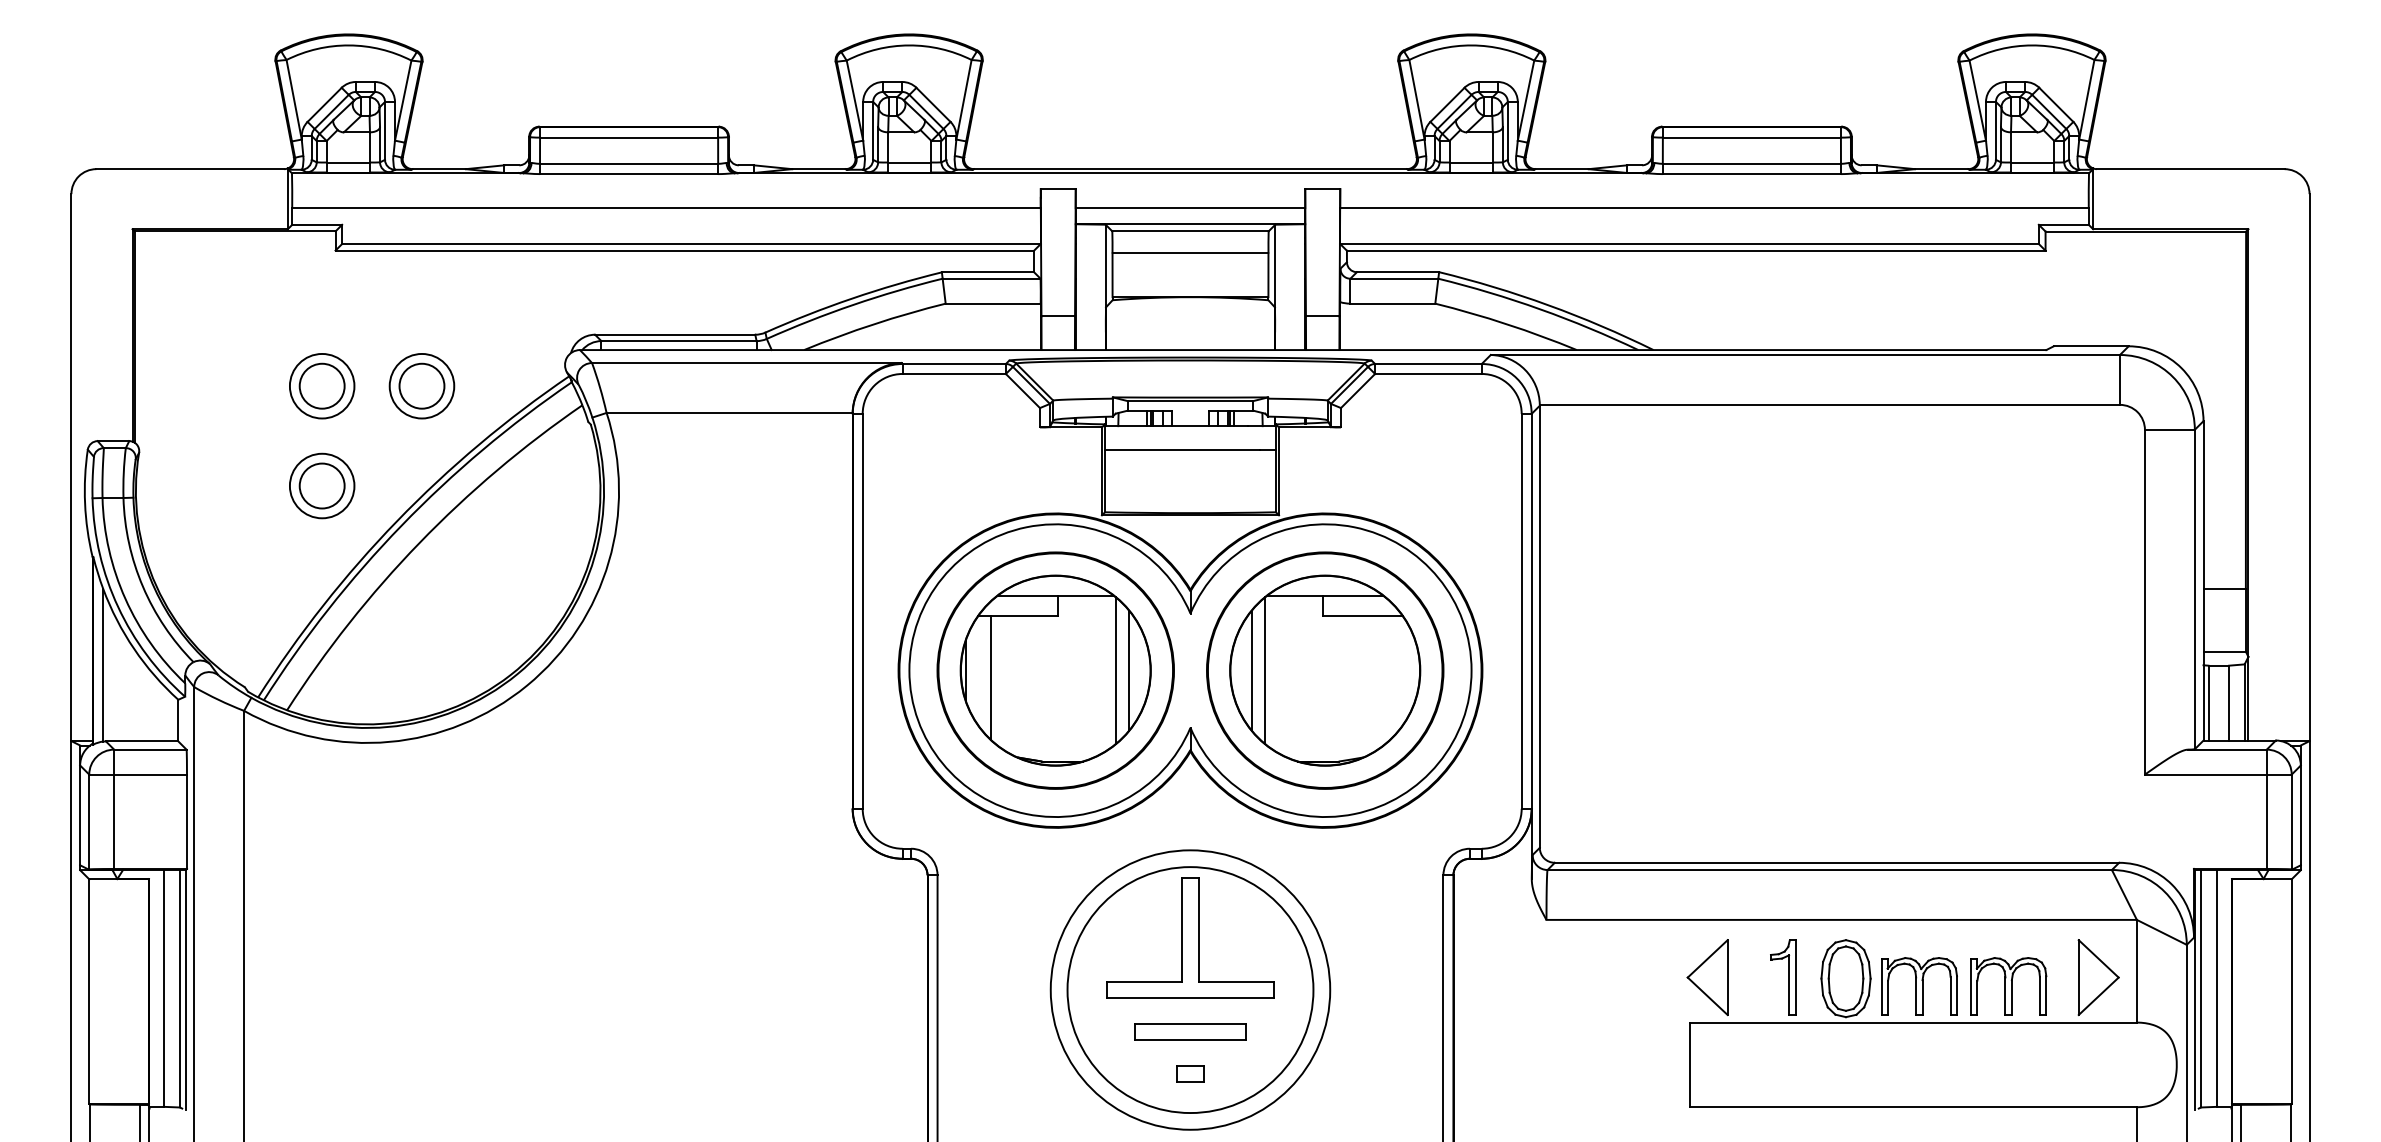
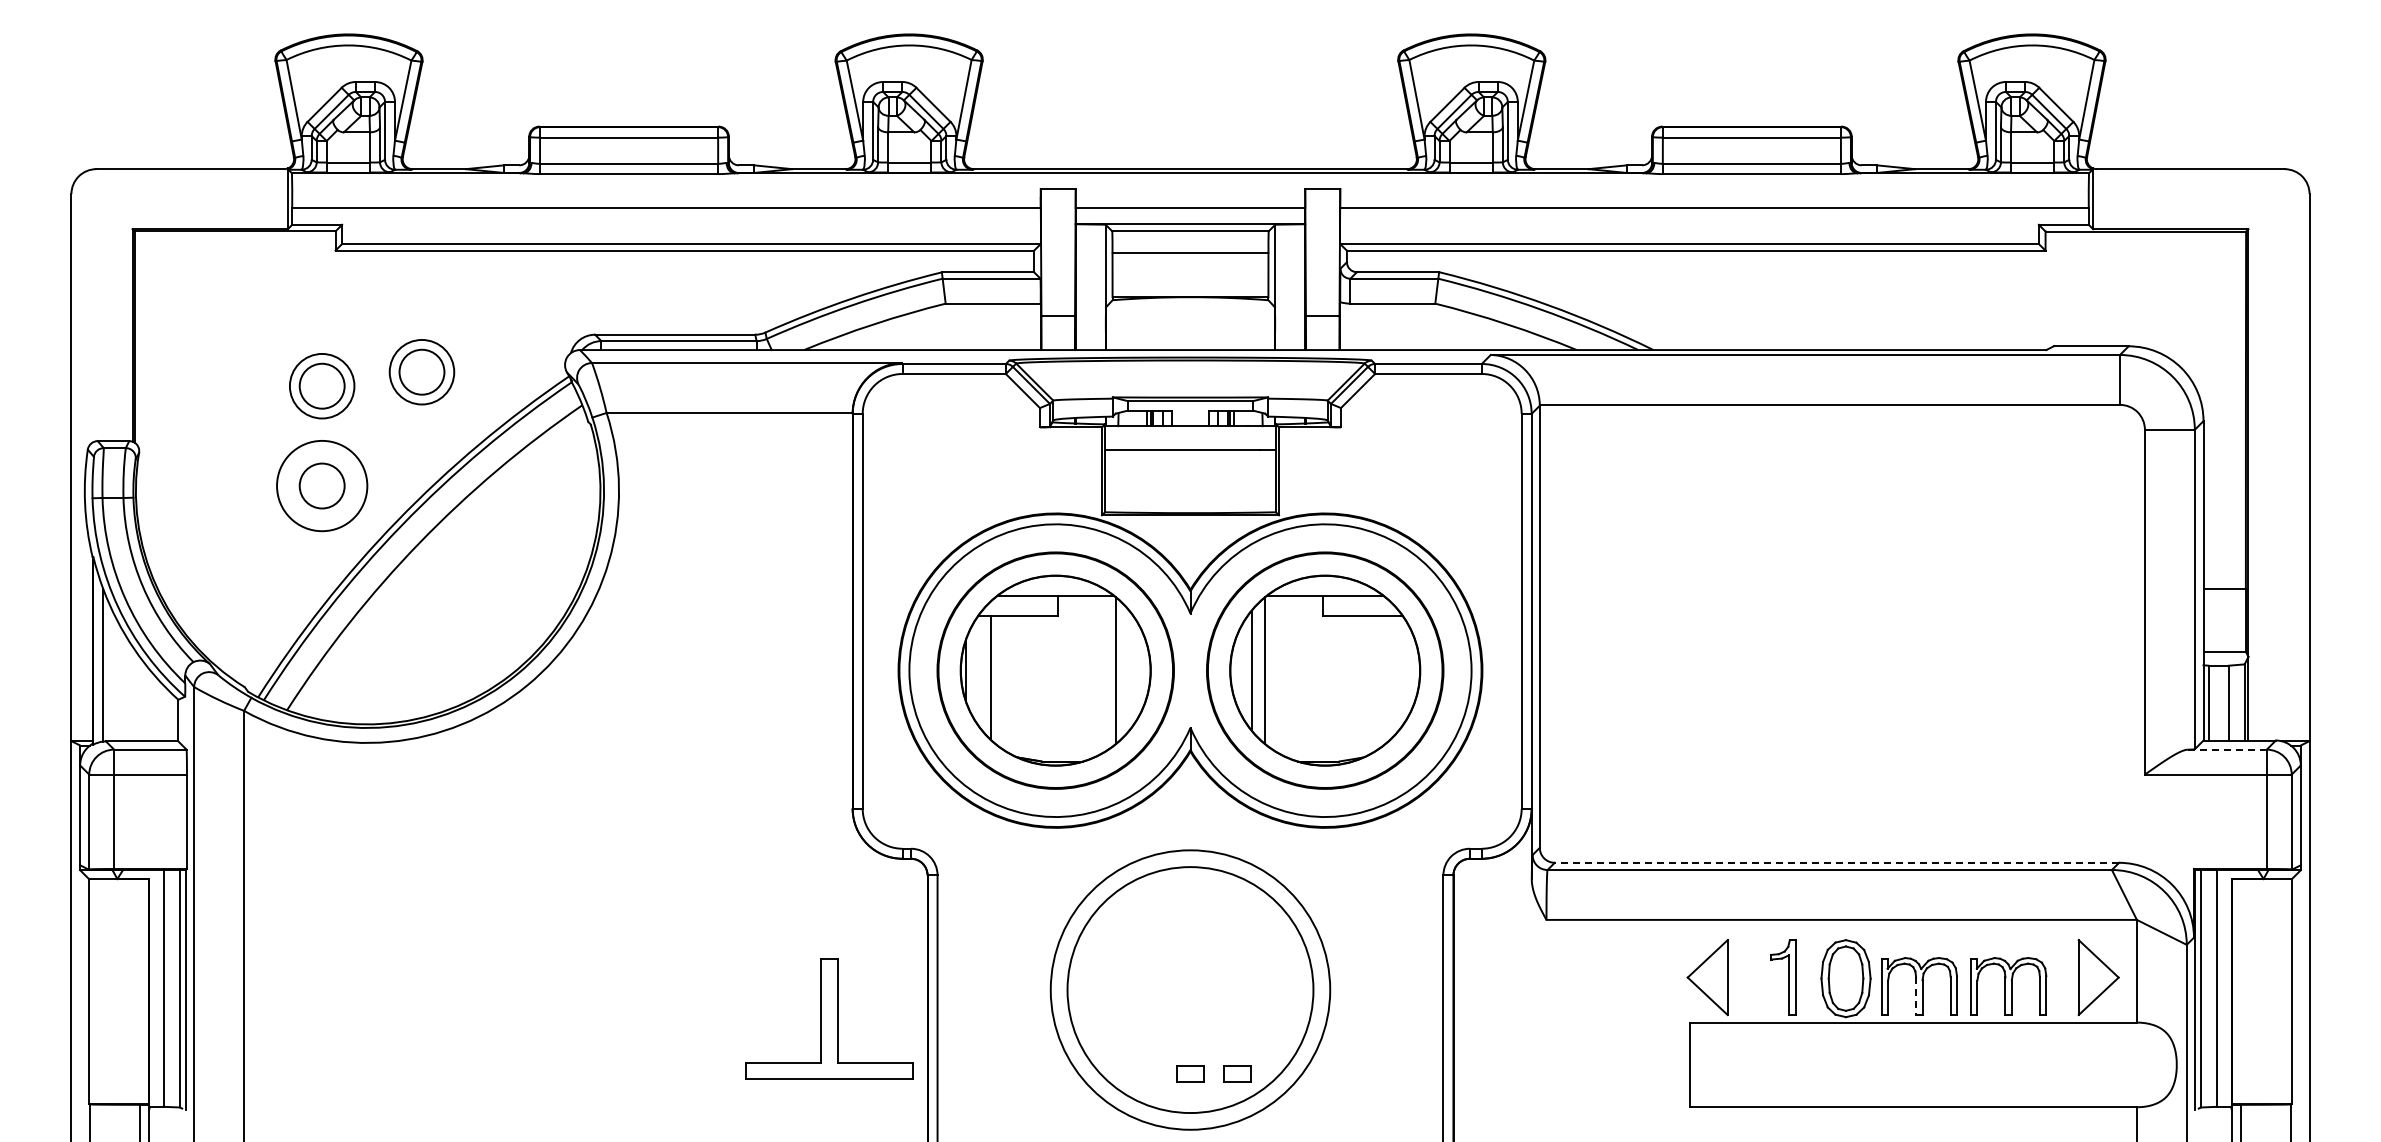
part at (421, 386) position: (421, 386) -> (421, 372)
circle at (321, 485) diameter: 65 px -> 90 px
line at (1129, 670): present -> none
line at (2226, 749): solid -> dashed
line at (1836, 862): solid -> dashed
part at (1190, 937) position: (1190, 937) -> (829, 1018)
line at (1916, 996): solid -> dashed
part at (1190, 1031): present -> none
part at (1237, 1073): none -> present
